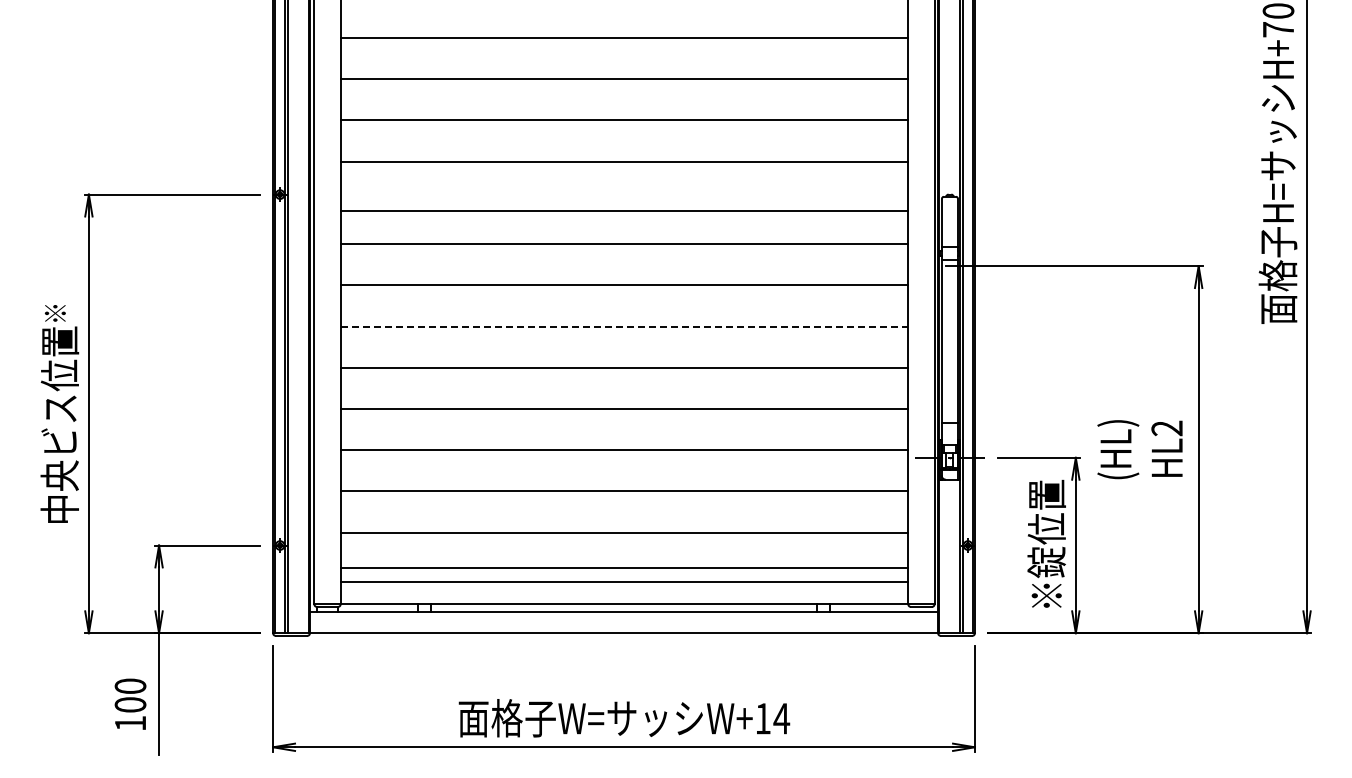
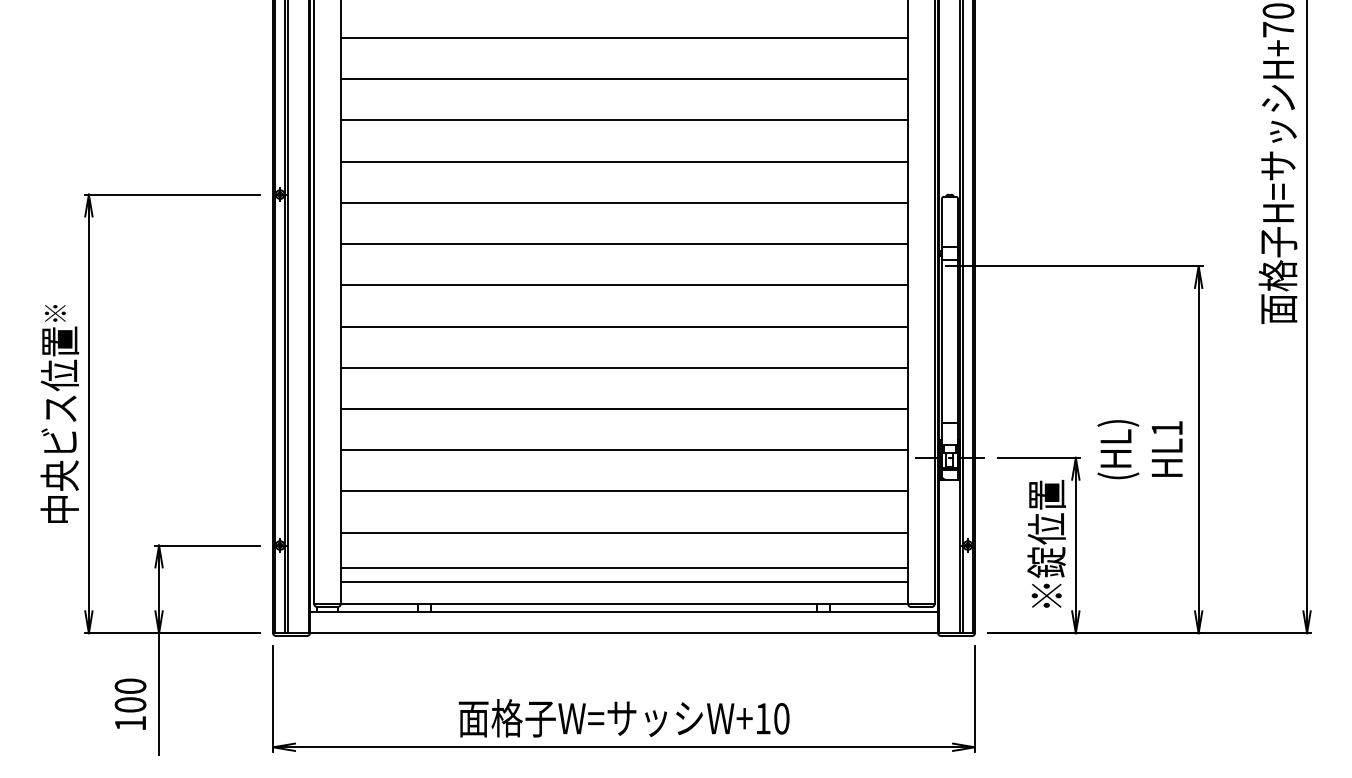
line at (624, 210) position: (624, 210) -> (624, 202)
line at (624, 326): dashed -> solid
text at (1166, 428): HL2 -> HL1
text at (781, 718): W+14 -> W+10
